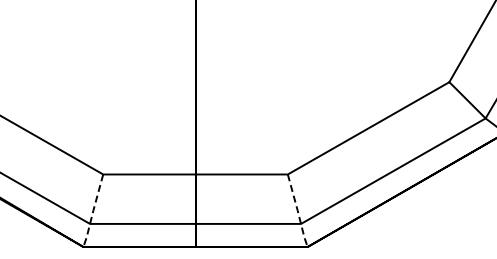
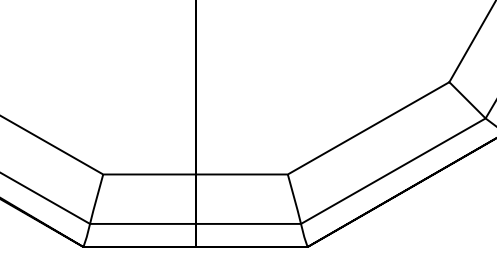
line at (93, 211): dashed -> solid
line at (297, 211): dashed -> solid
